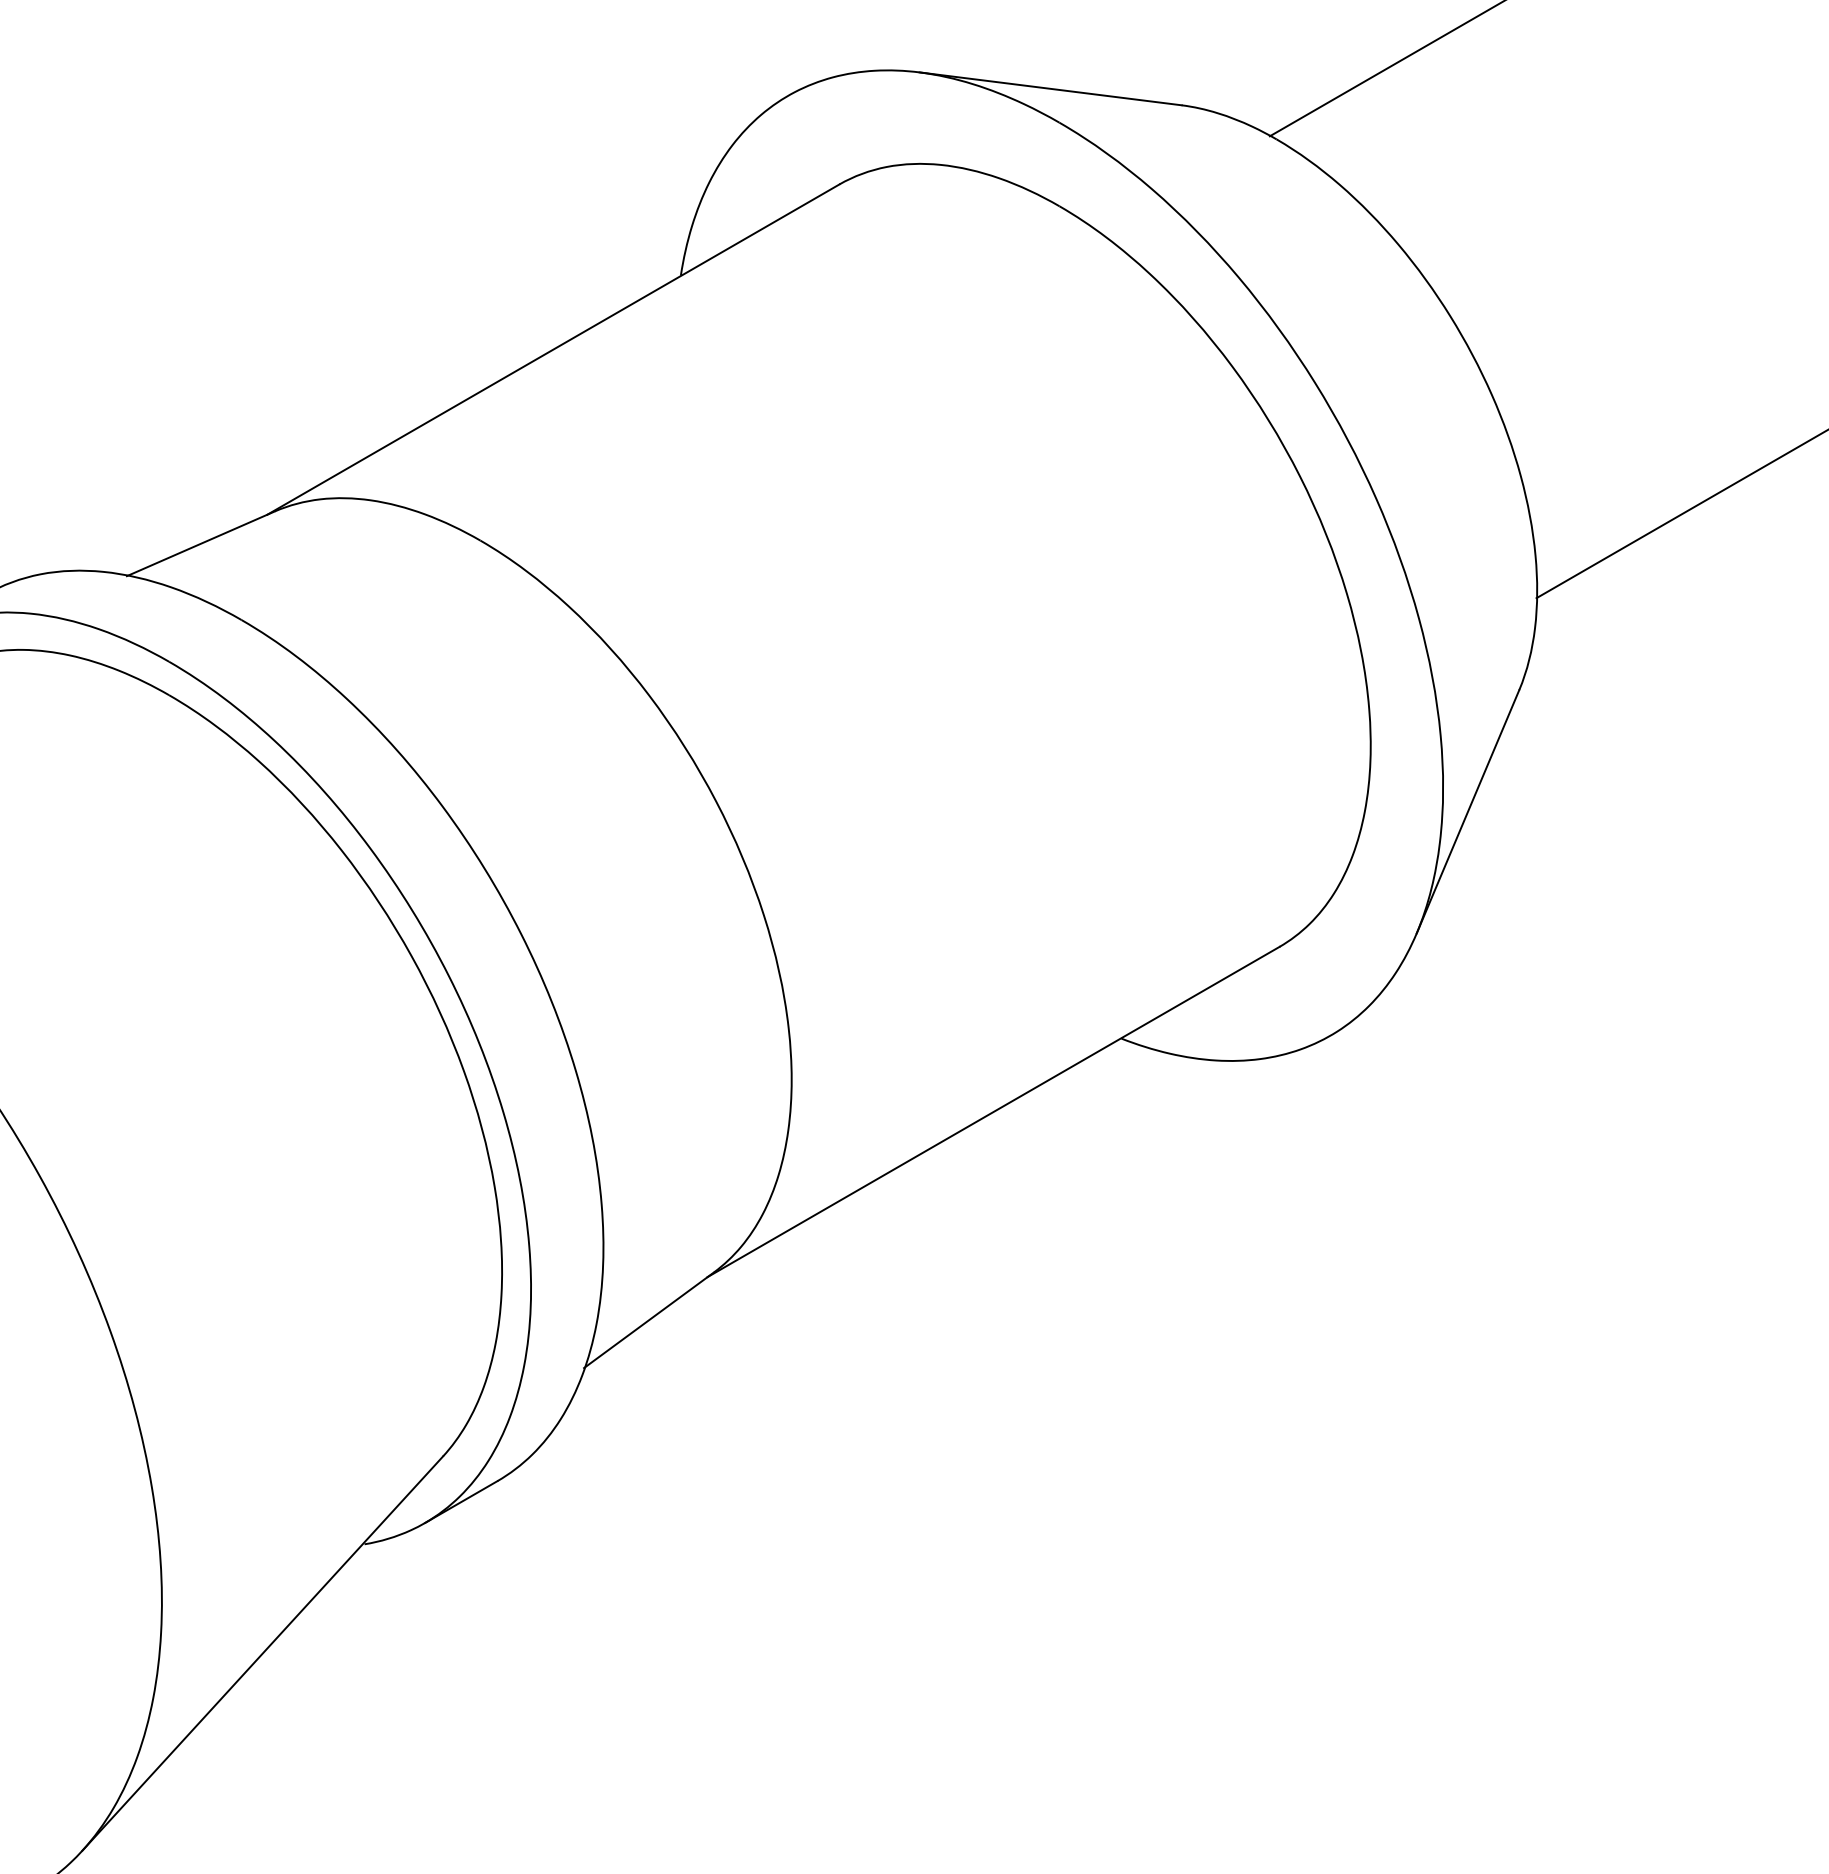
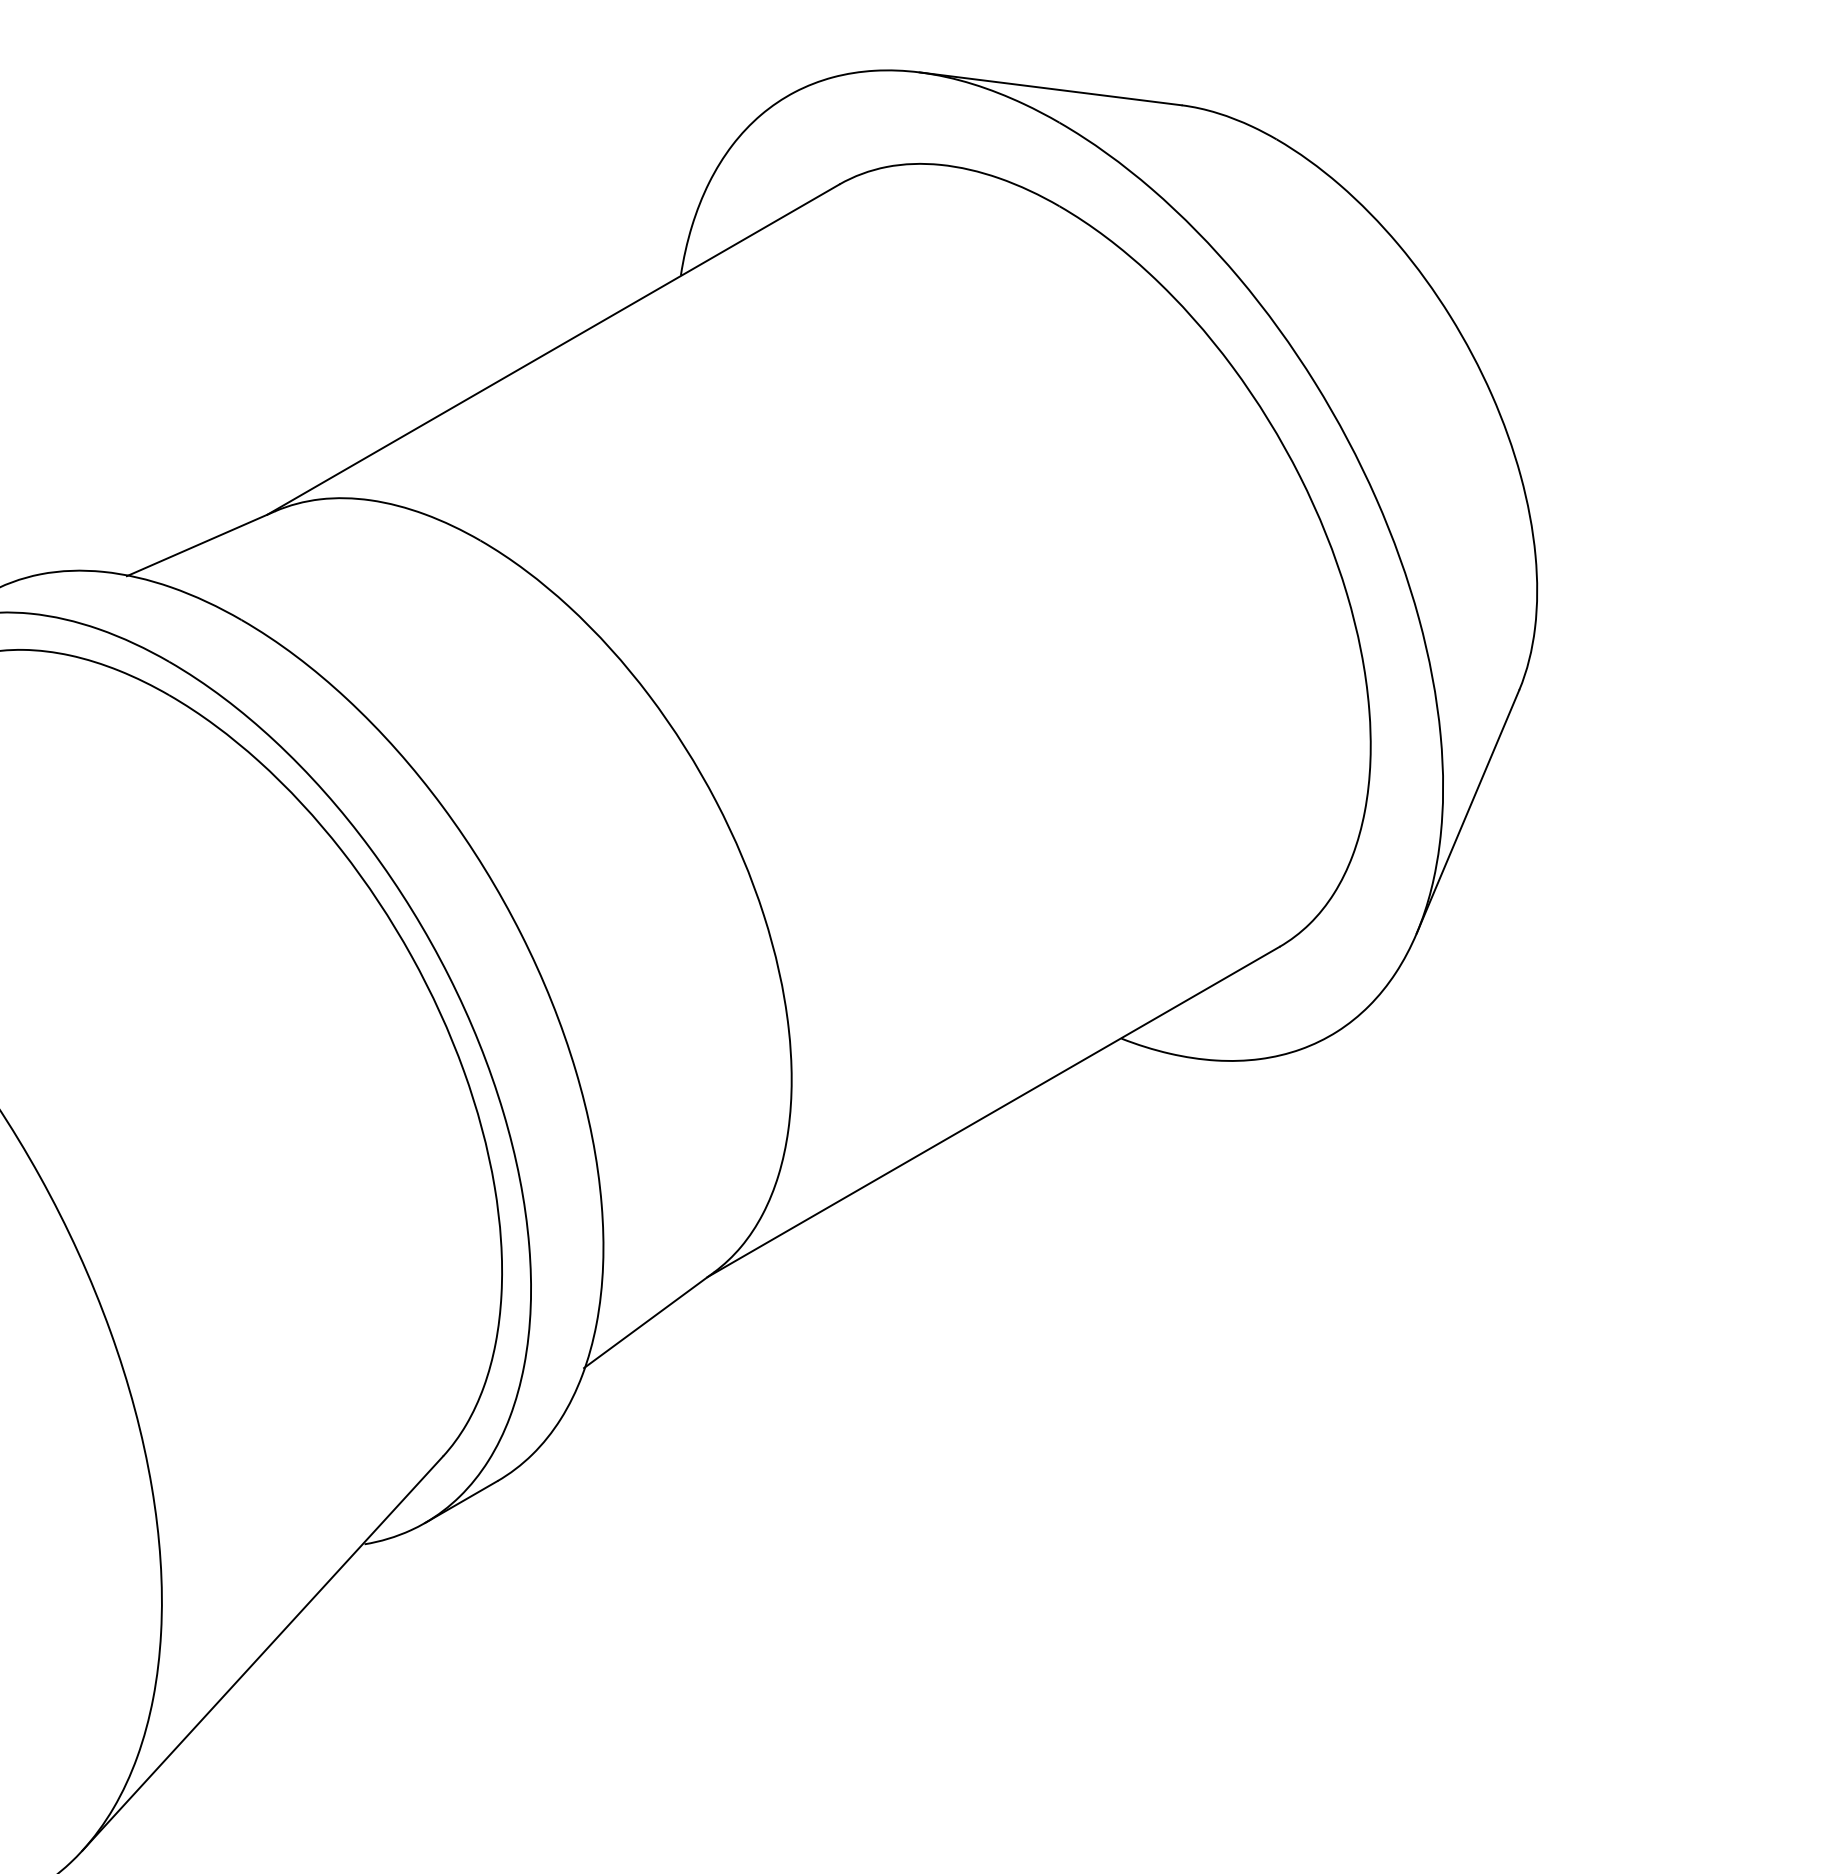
line at (1385, 69): present -> none
line at (1680, 514): present -> none
